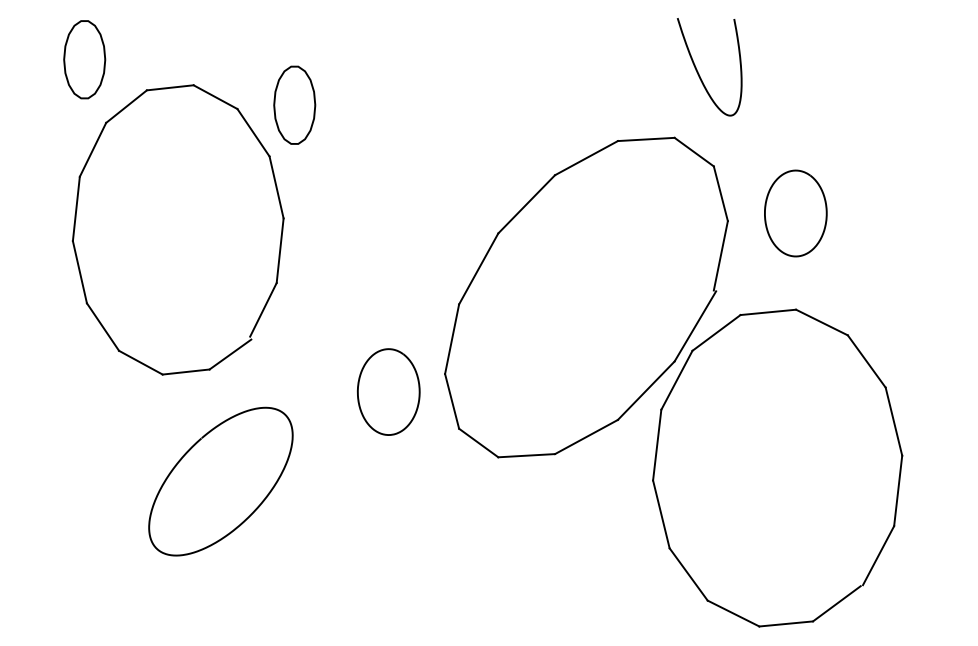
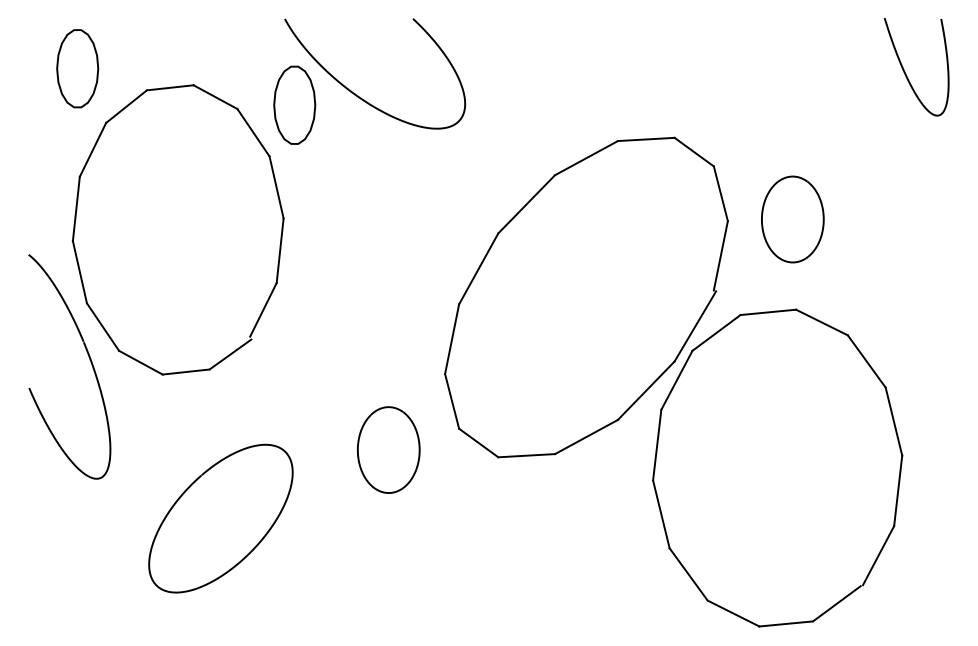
part at (84, 59) position: (84, 59) -> (77, 68)
curve at (699, 73) position: (699, 73) -> (906, 73)
curve at (361, 97): none -> present
curve at (766, 207) position: (766, 207) -> (763, 213)
part at (88, 357): none -> present
curve at (359, 385) position: (359, 385) -> (359, 443)
curve at (190, 450) position: (190, 450) -> (190, 487)
